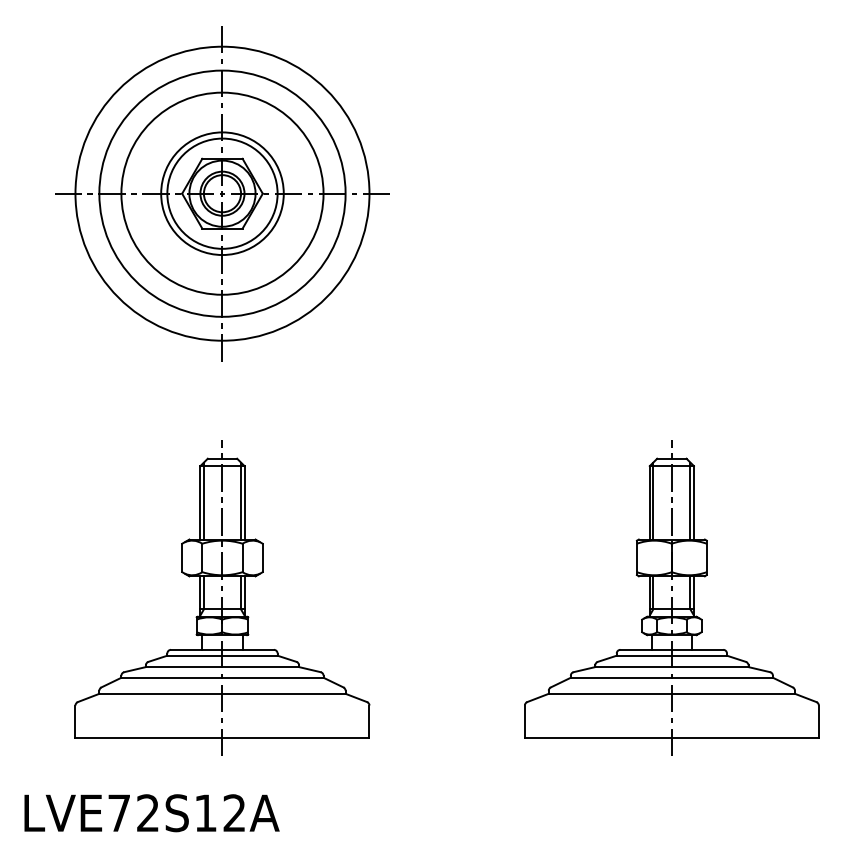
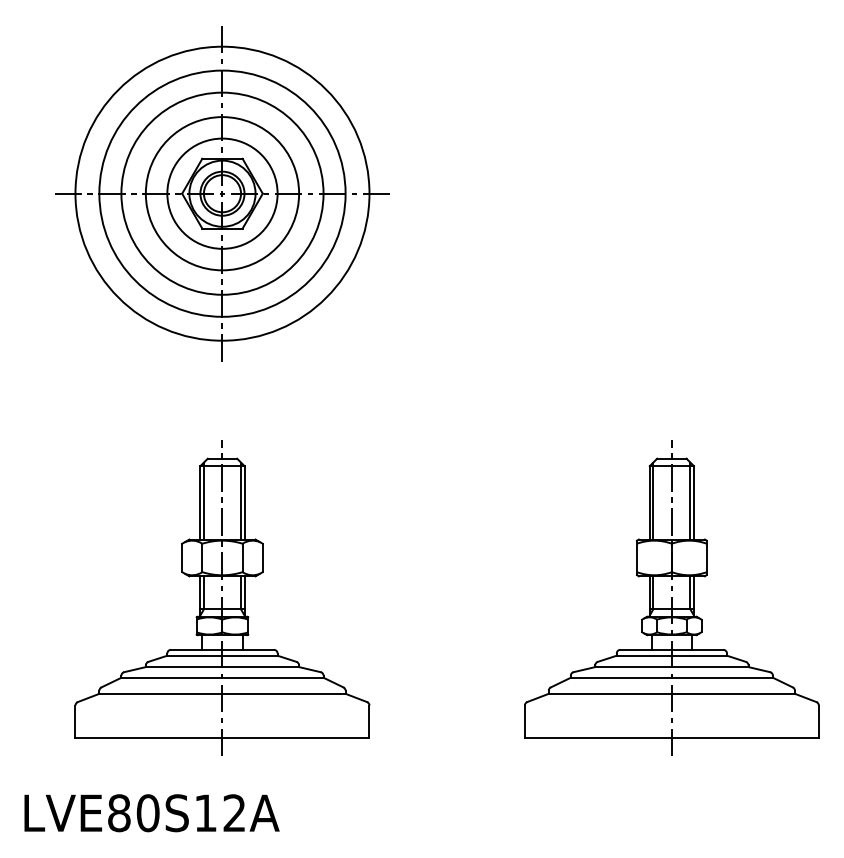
circle at (222, 193) diameter: 123 px -> 153 px
text at (133, 813): LVE72S12A -> LVE80S12A
